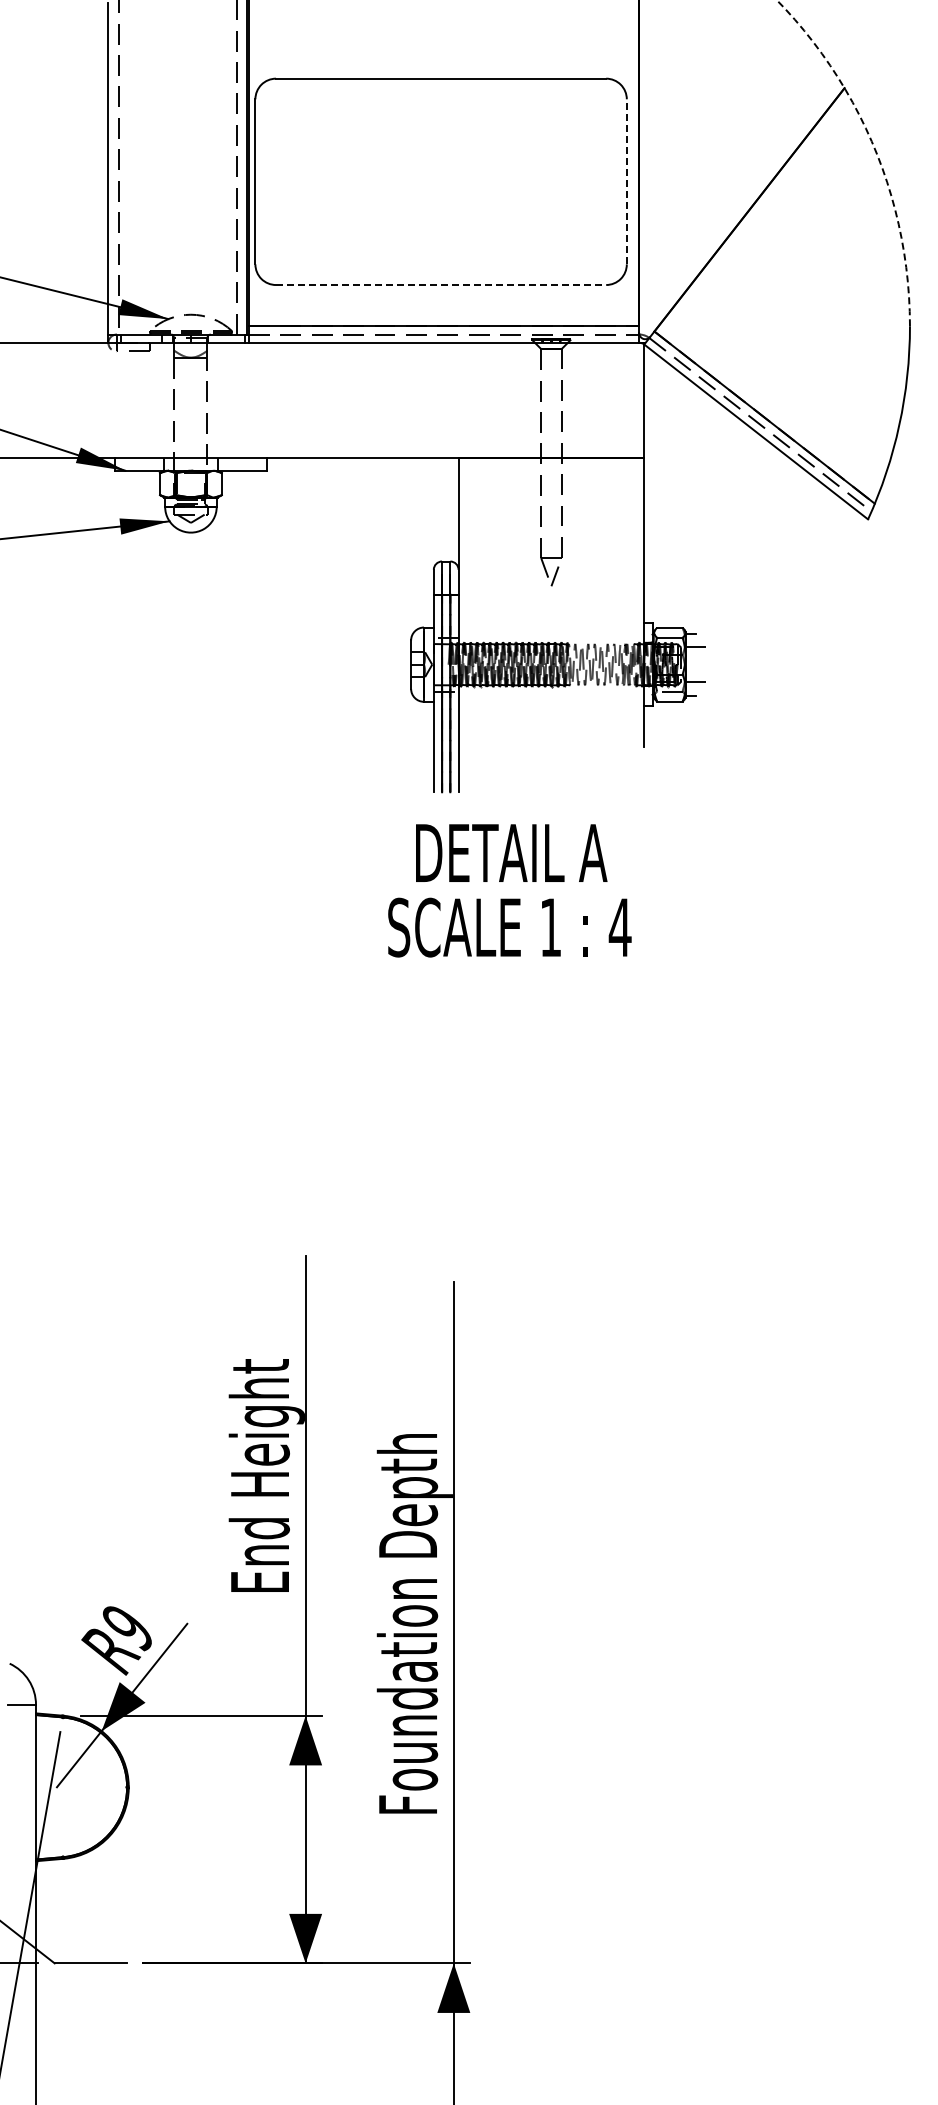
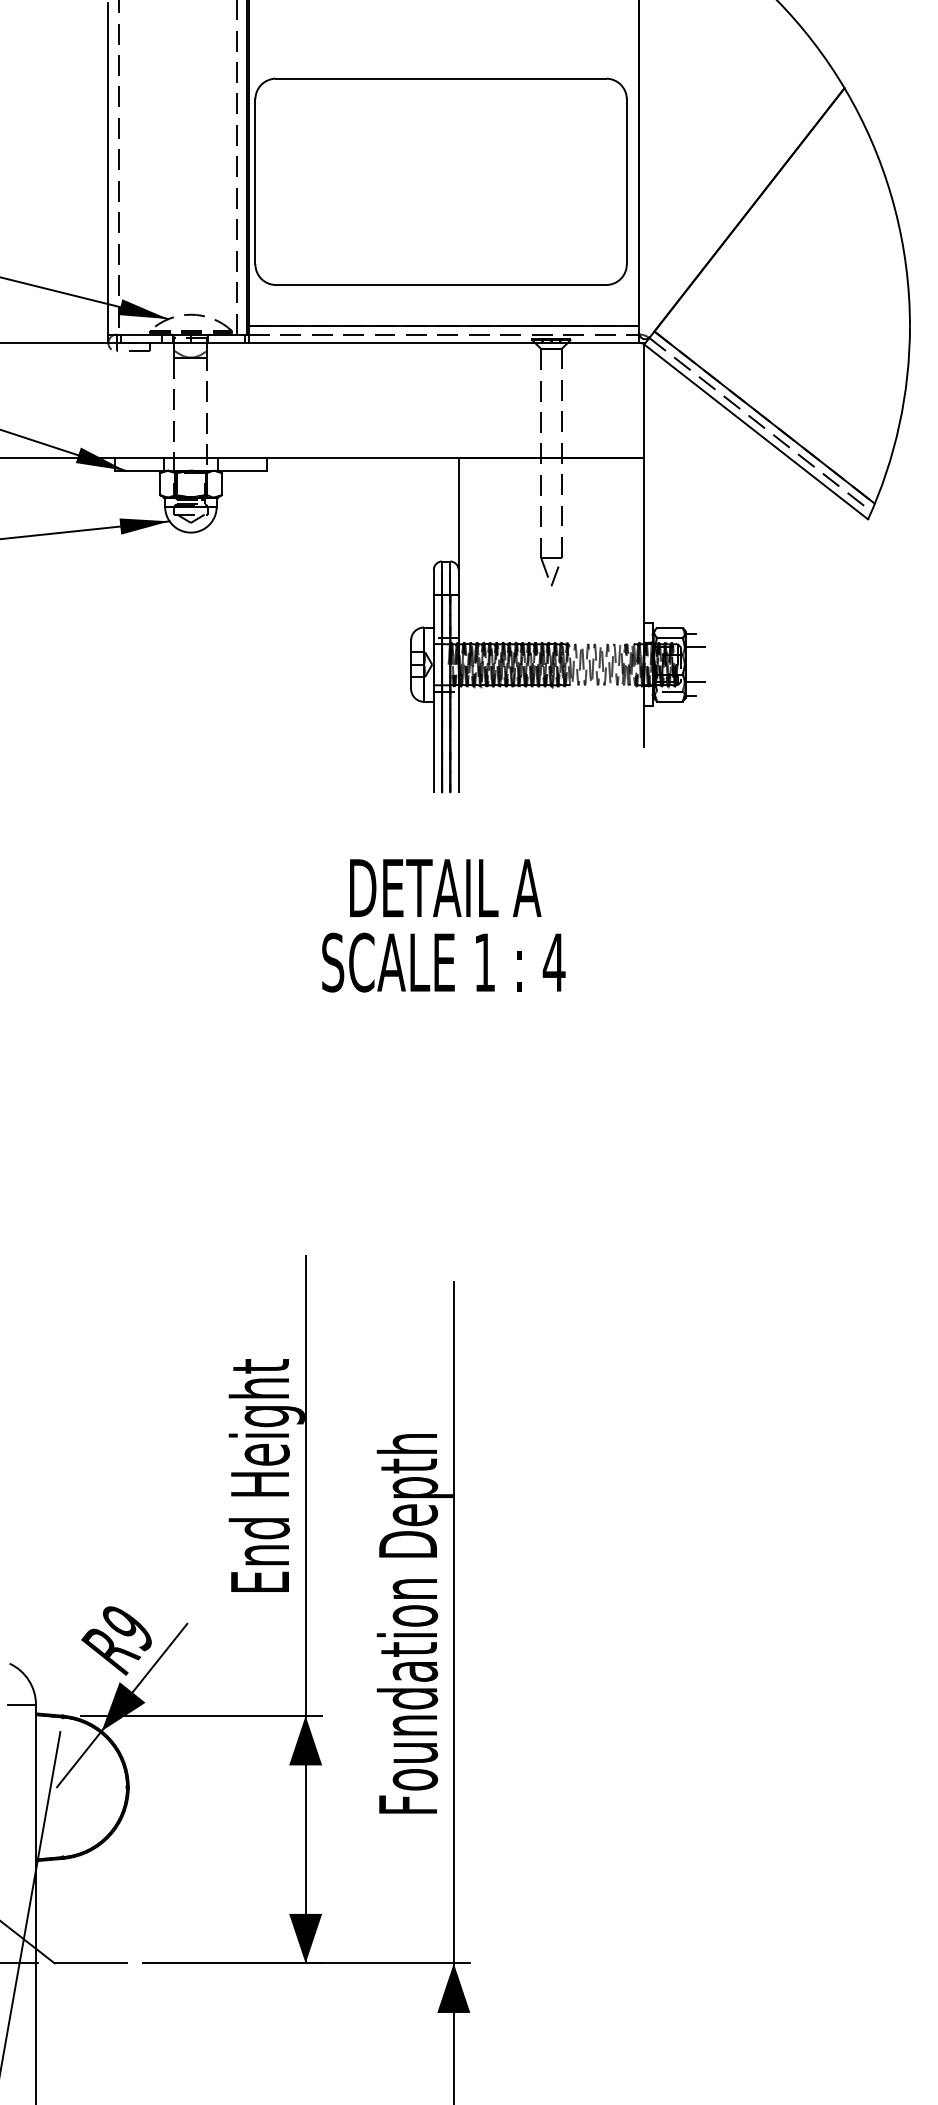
arc at (875, 149): dashed -> solid
line at (626, 181): dashed -> solid
line at (441, 285): dashed -> solid
text at (509, 890) position: (509, 890) -> (443, 925)
